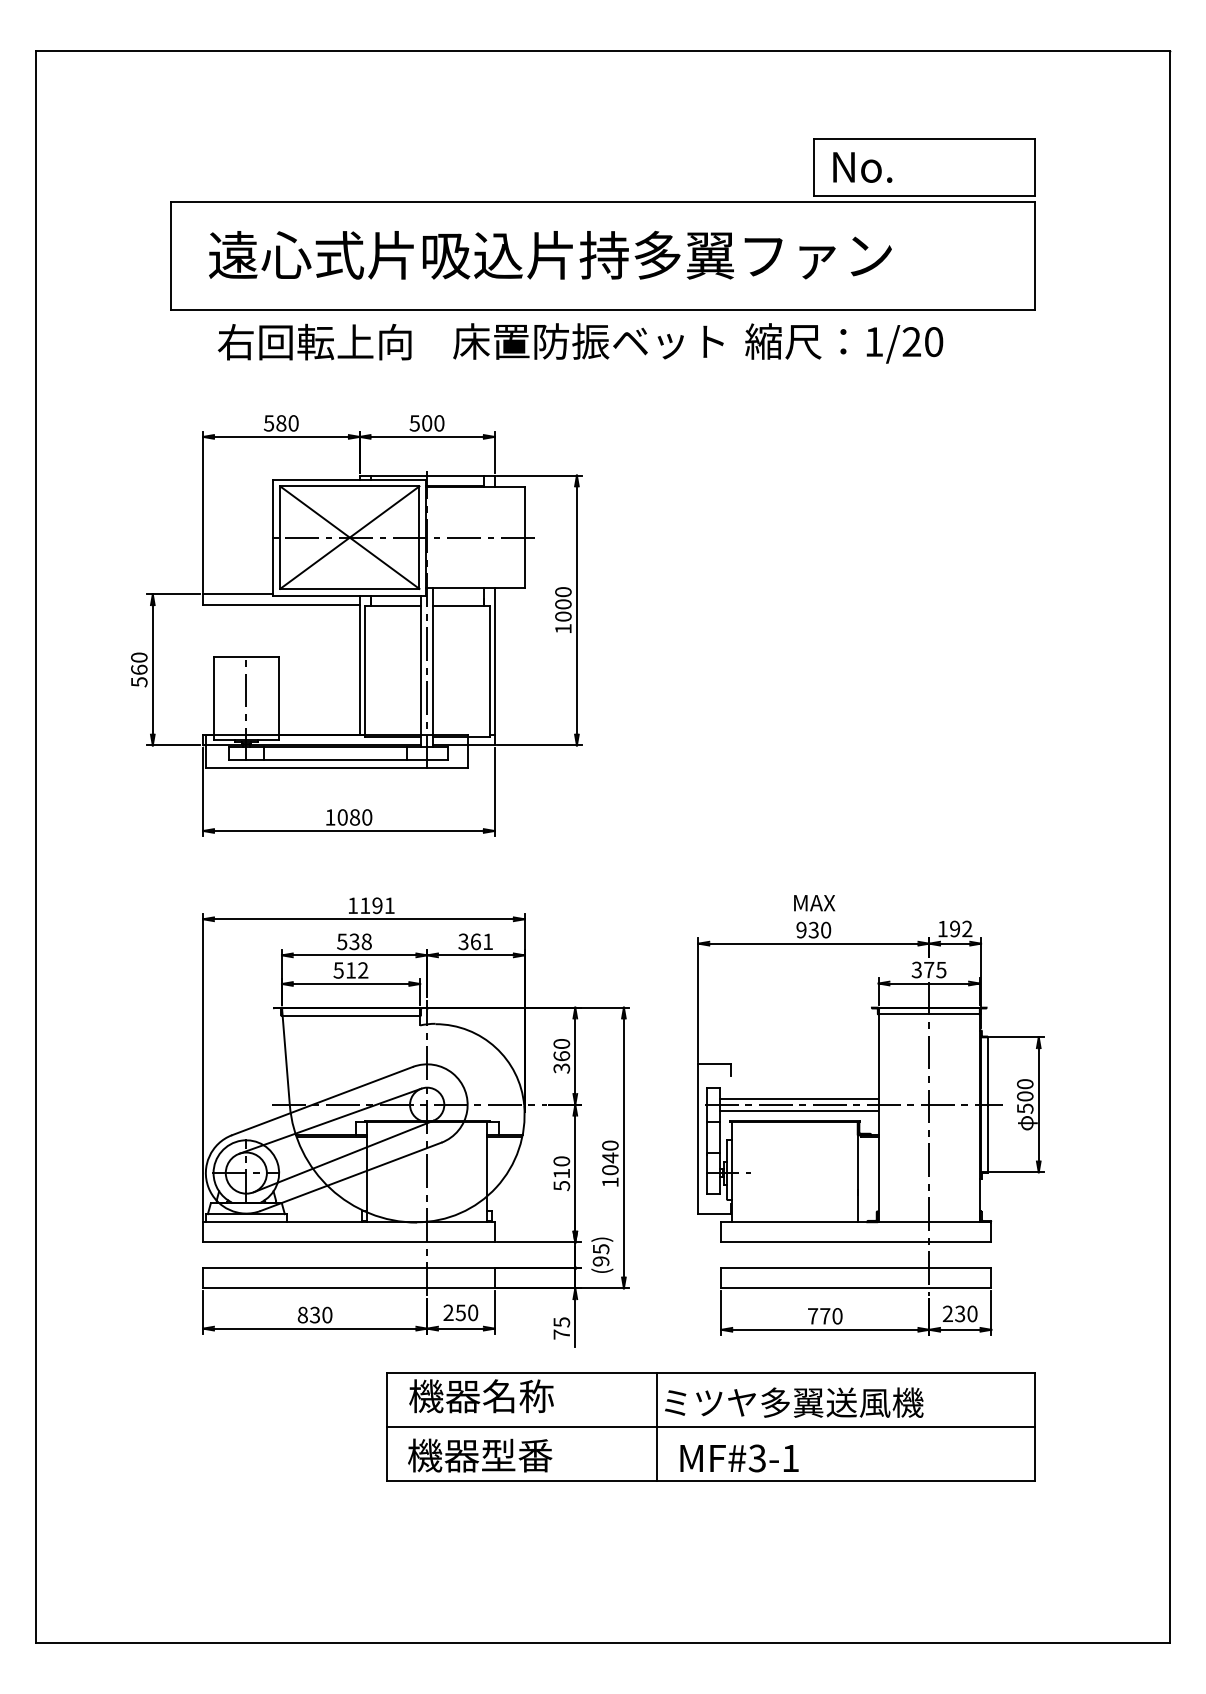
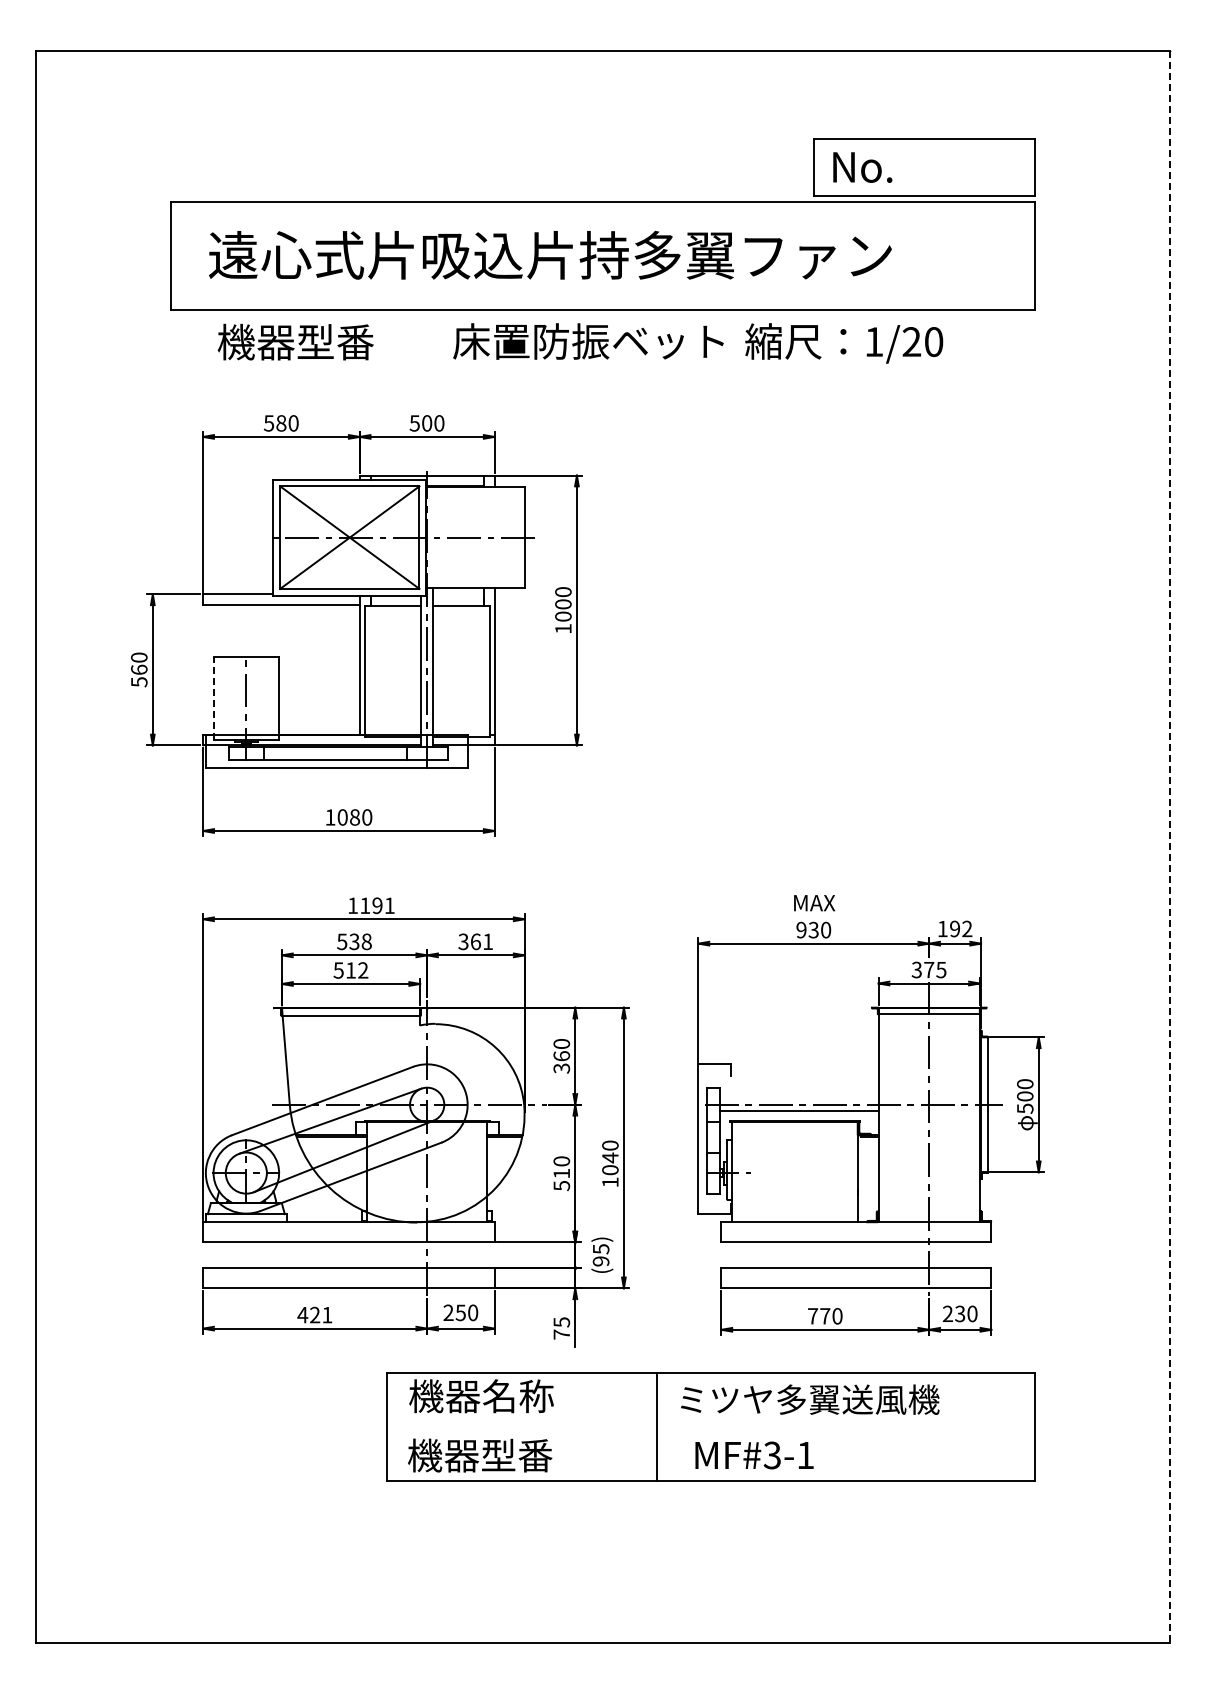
text at (314, 341): 右回転上向 -> 機器型番
line at (213, 697): solid -> dashed
line at (1169, 847): solid -> dashed
line at (799, 1098): present -> none
text at (314, 1314): 830 -> 421
text at (794, 1402) position: (794, 1402) -> (810, 1399)
line at (710, 1427): present -> none
text at (739, 1458) position: (739, 1458) -> (754, 1455)
